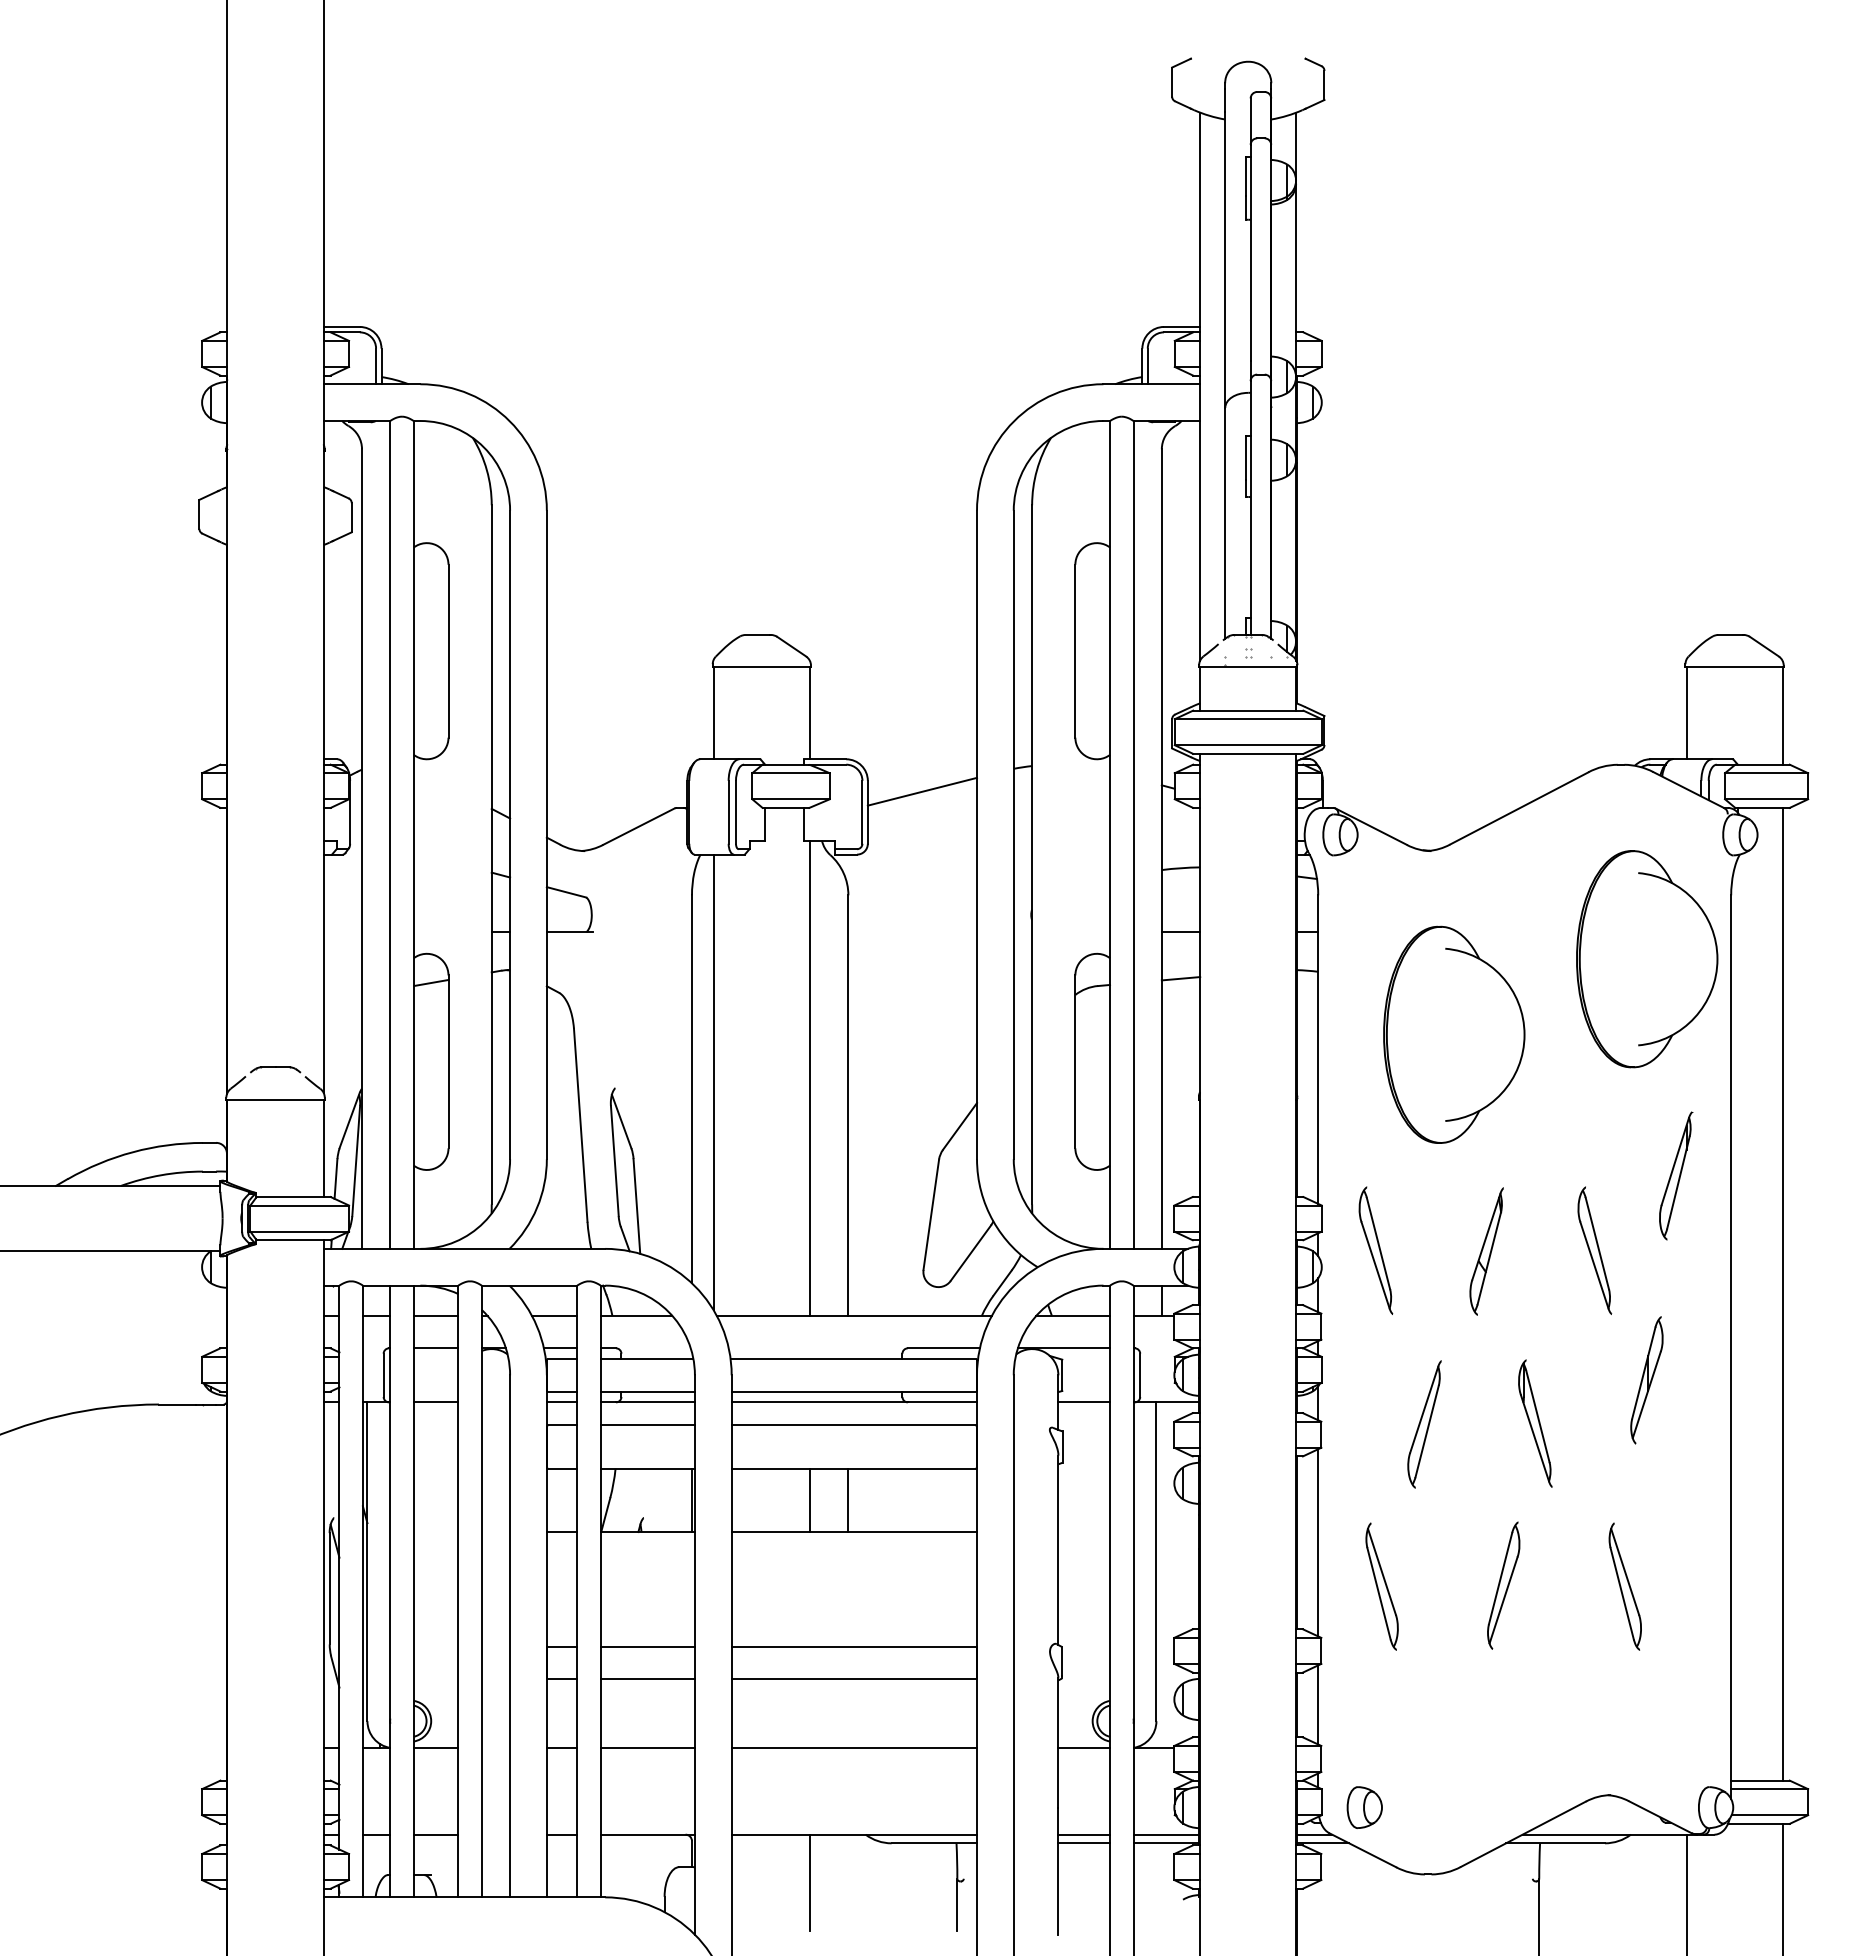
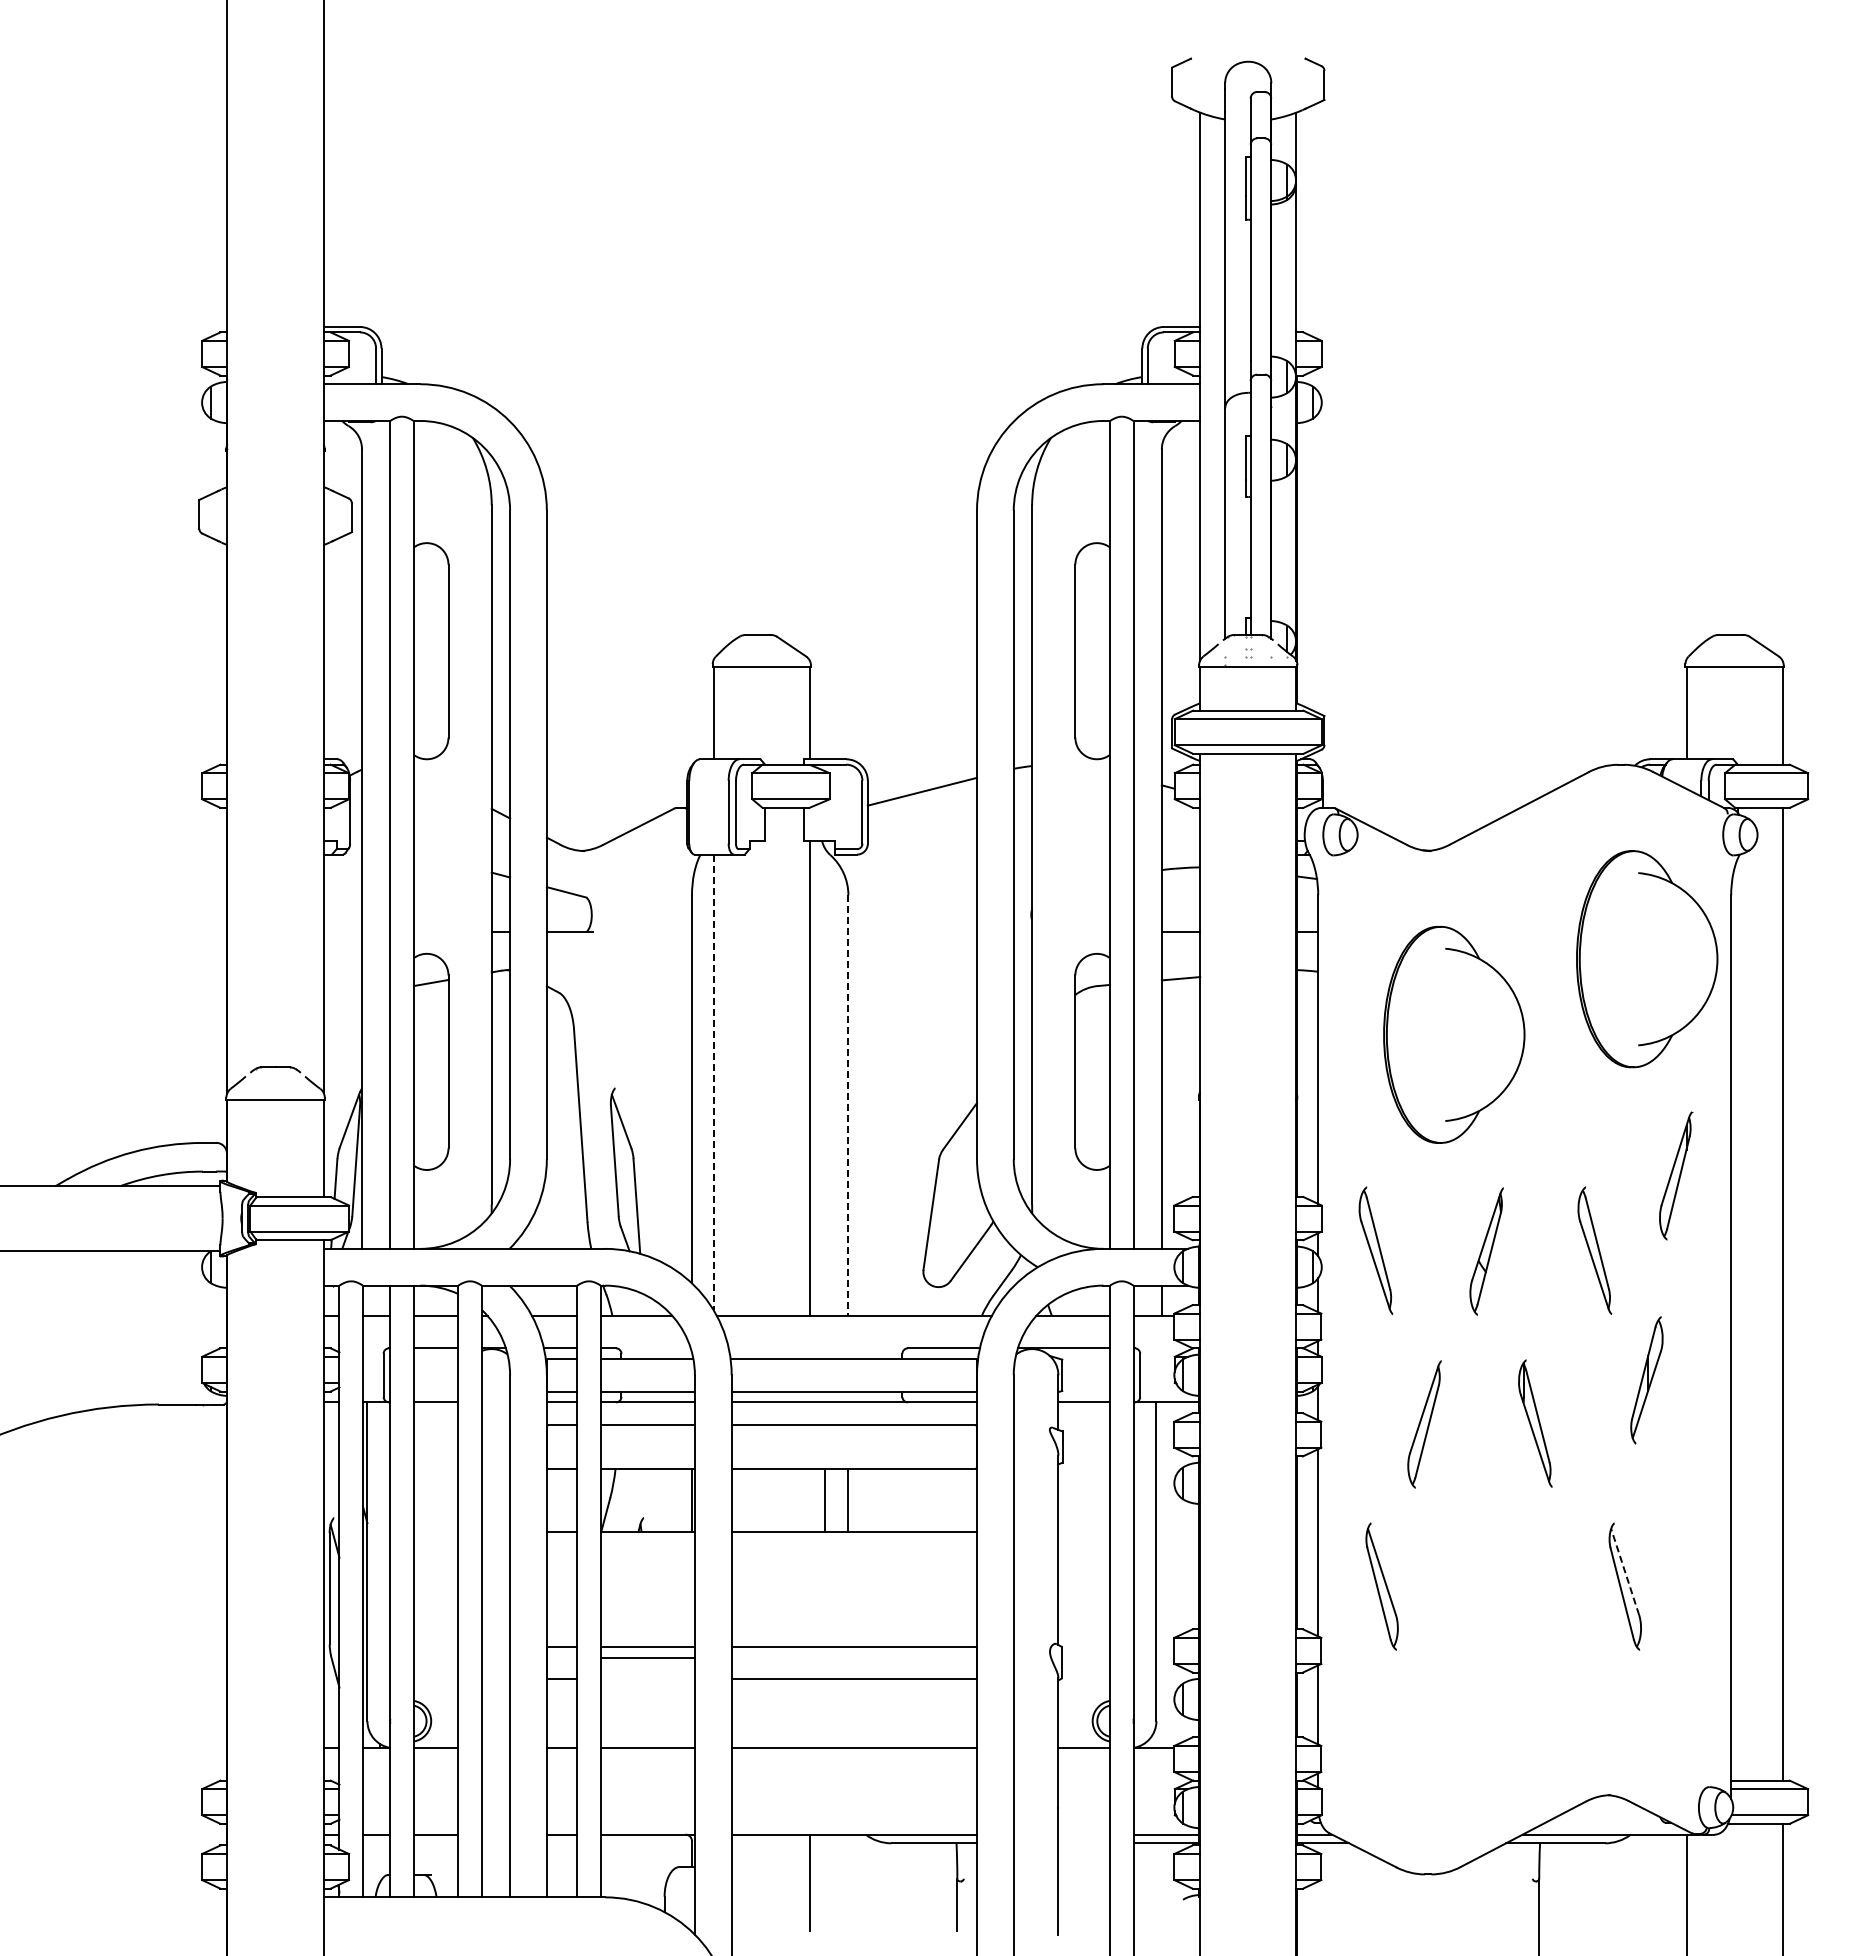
line at (713, 1082): solid -> dashed
line at (848, 1106): solid -> dashed
line at (810, 1500) position: (810, 1500) -> (825, 1500)
line at (1625, 1571): solid -> dashed
part at (1503, 1585): present -> none
line at (647, 1678) position: (647, 1678) -> (647, 1657)
part at (1364, 1807): present -> none
line at (1084, 1834): present -> none
line at (1084, 1843): present -> none
